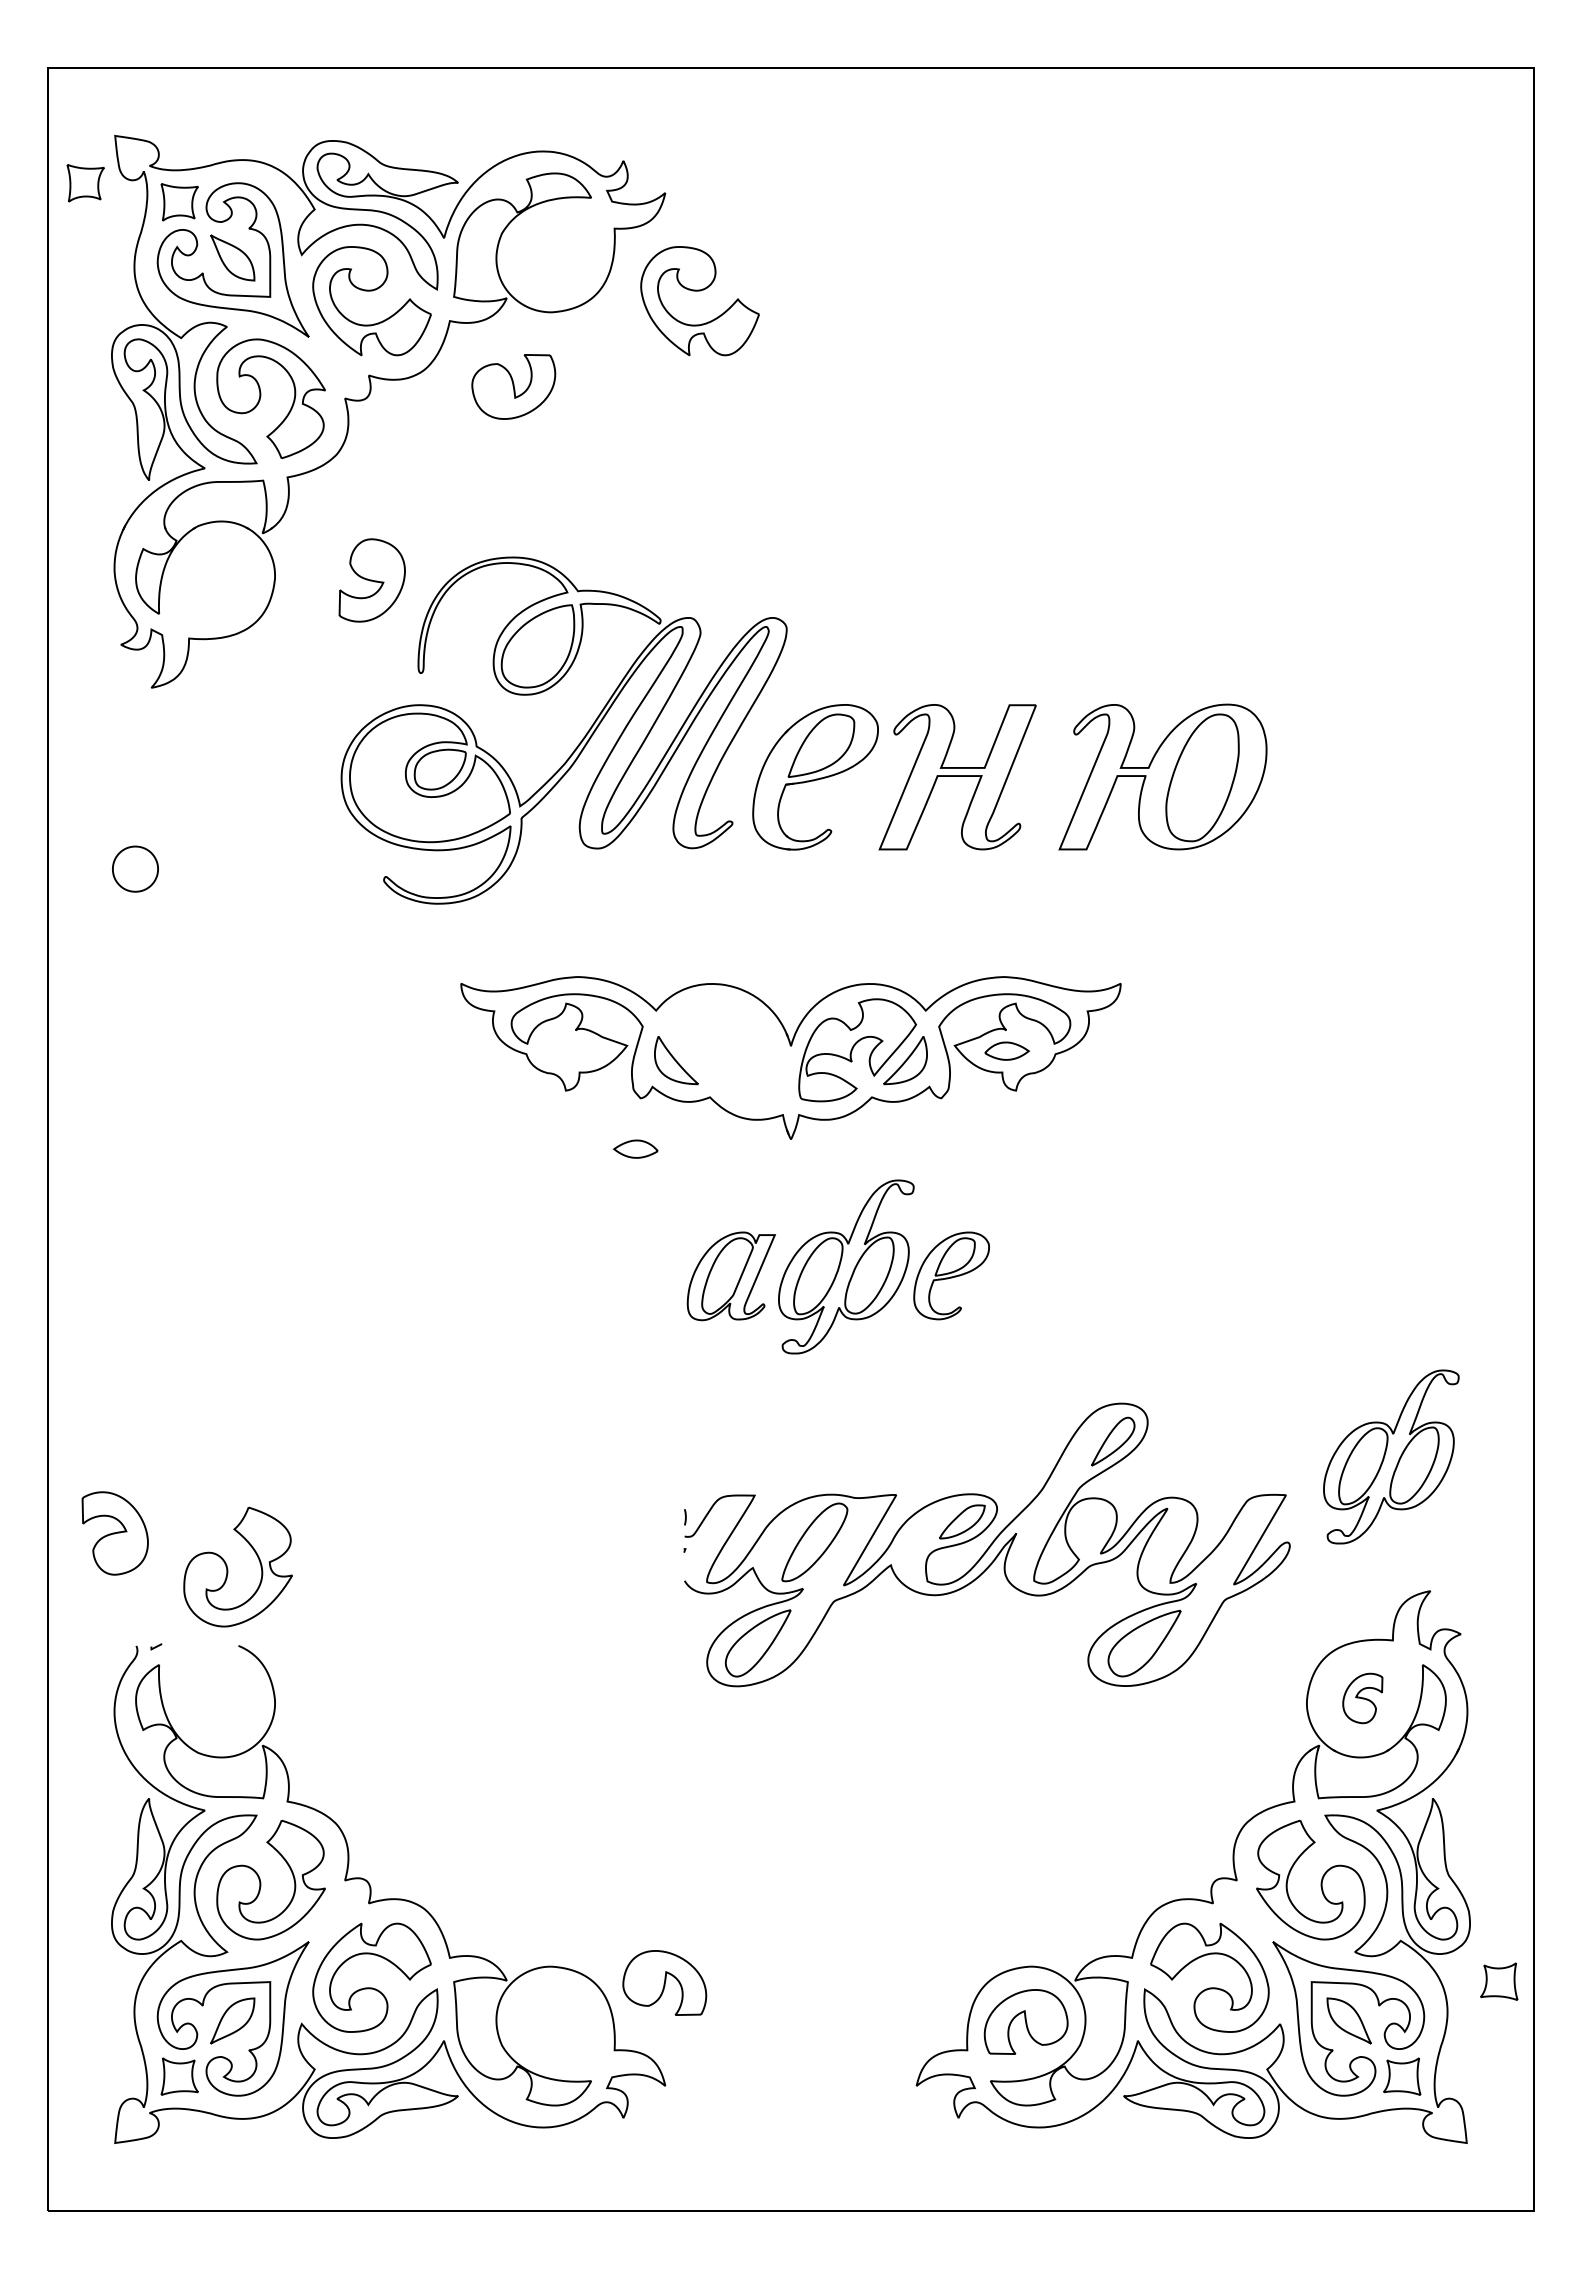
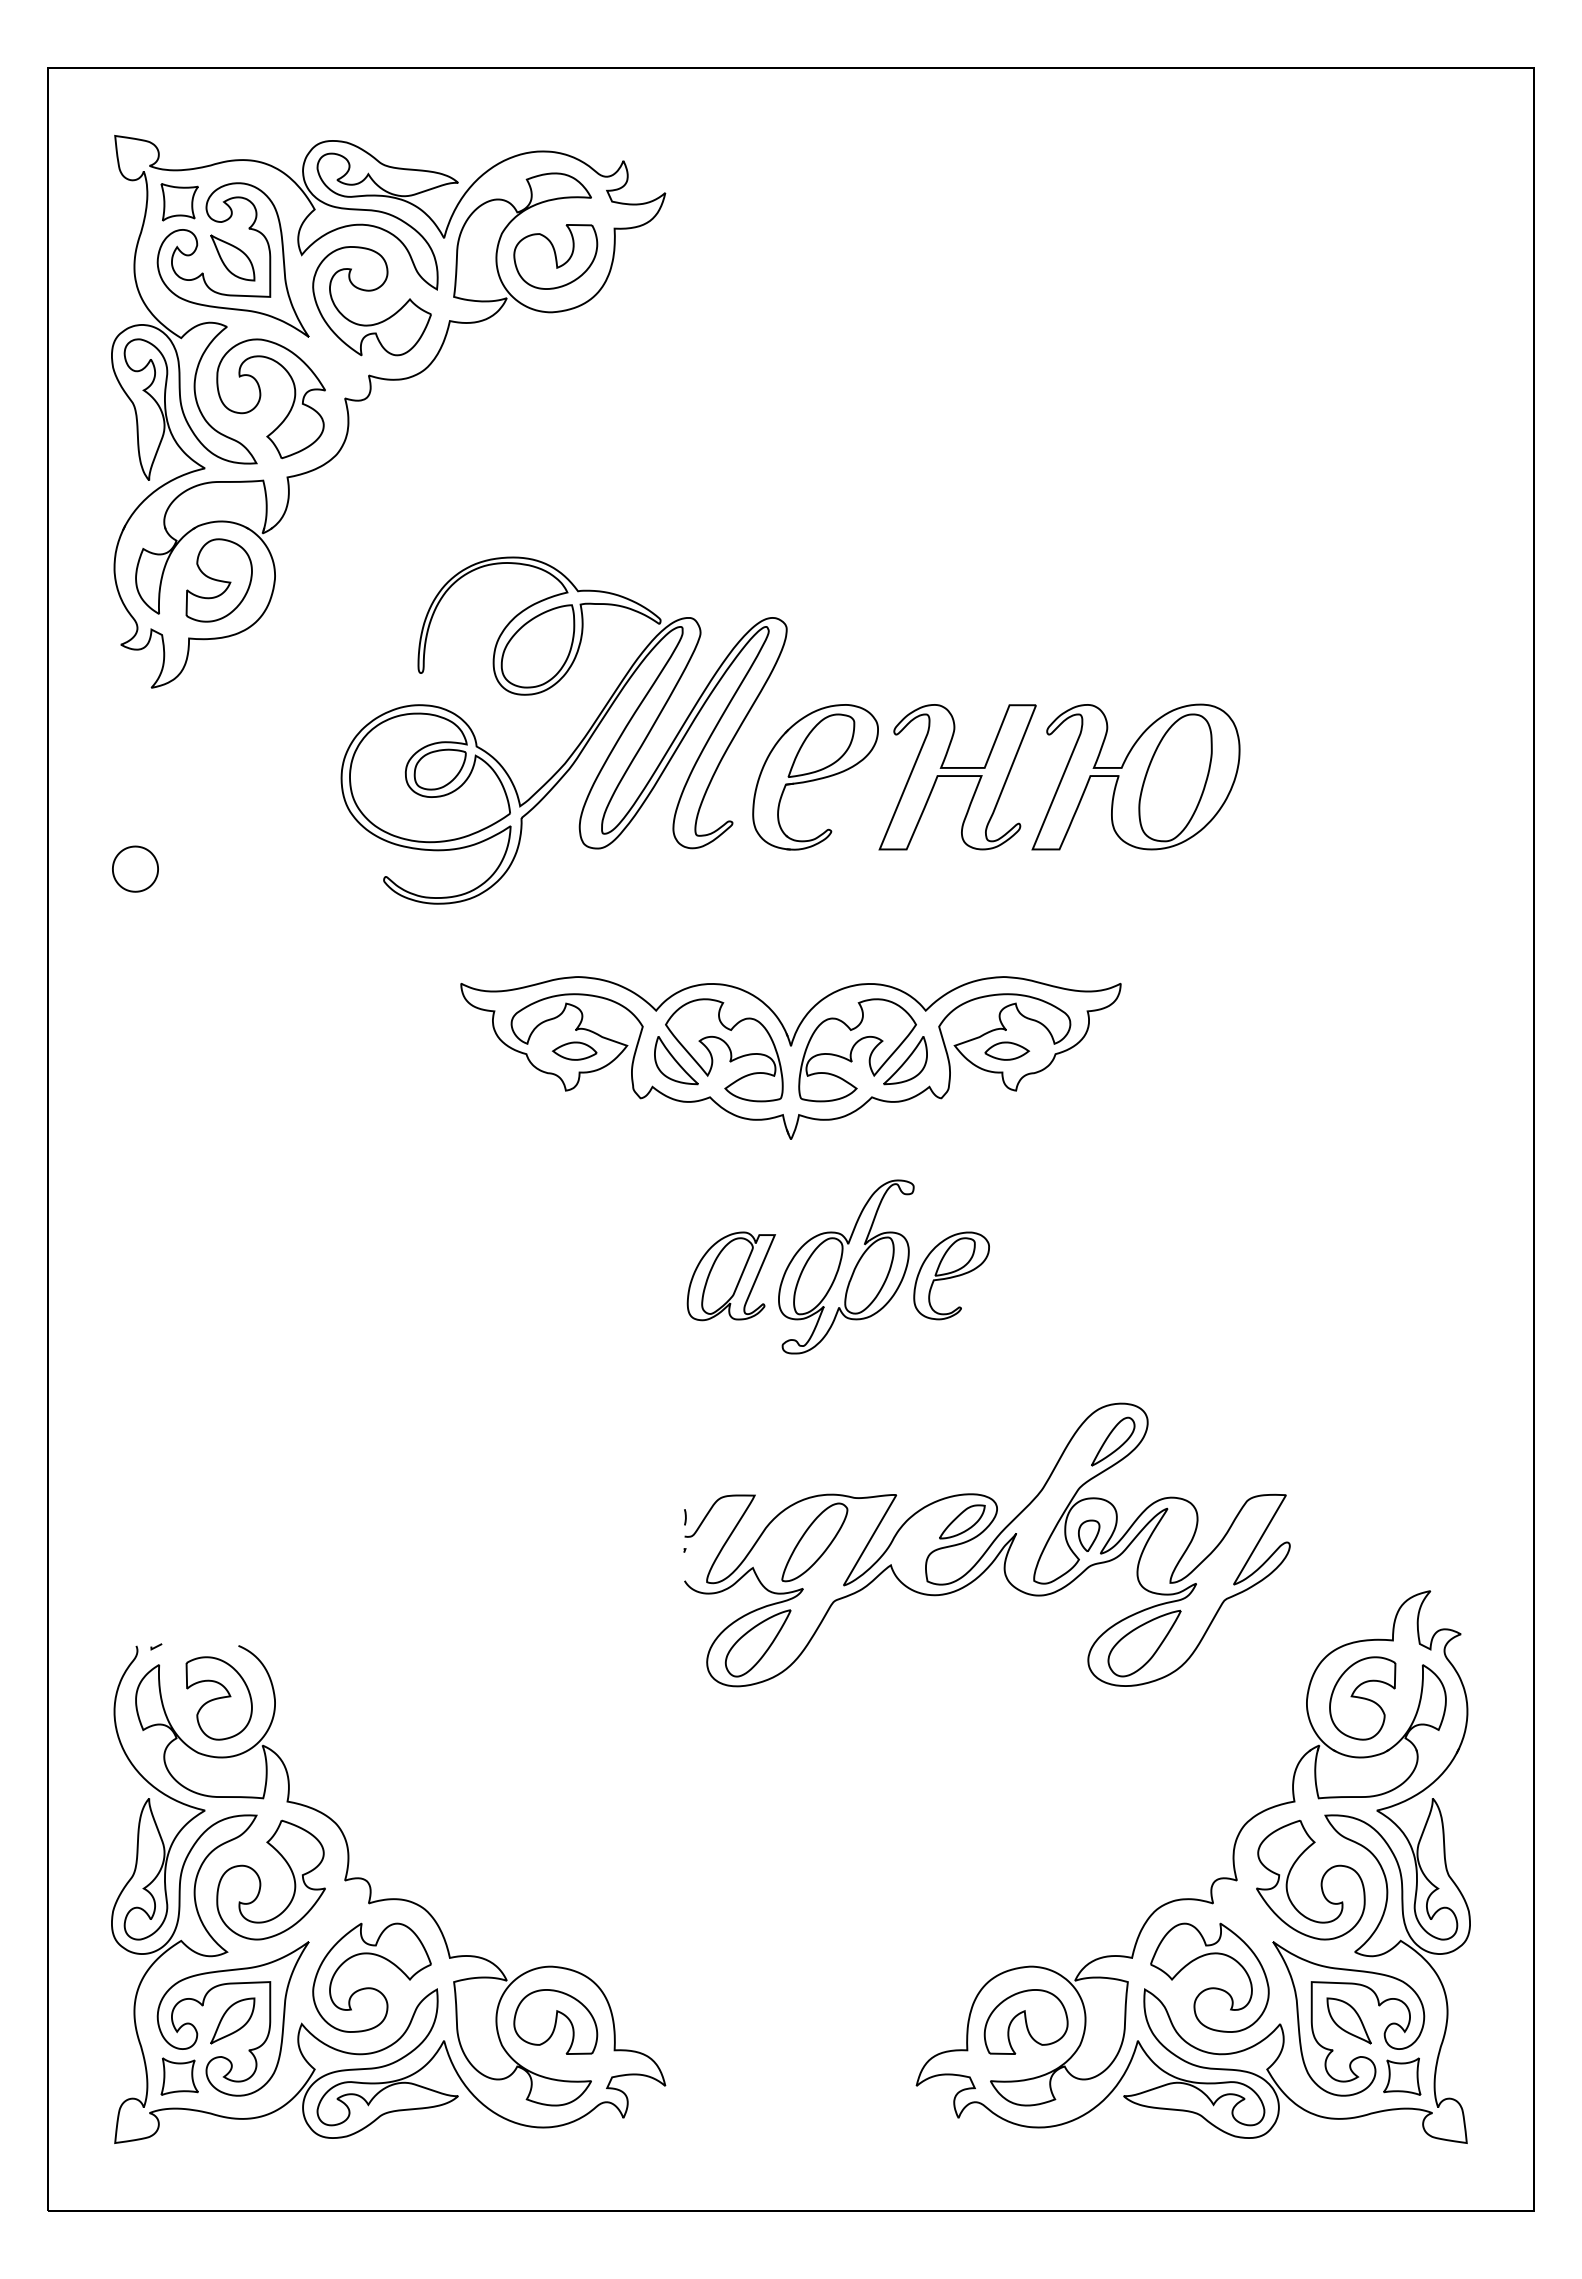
part at (85, 183): present -> none
part at (699, 291): present -> none
part at (513, 386) position: (513, 386) -> (555, 256)
part at (371, 580) position: (371, 580) -> (218, 580)
part at (1162, 776) position: (1162, 776) -> (1135, 776)
part at (724, 1050): none -> present
part at (635, 1148) position: (635, 1148) -> (574, 1050)
part at (1391, 1456): present -> none
part at (114, 1533) position: (114, 1533) -> (218, 1698)
part at (1089, 1535): none -> present
part at (228, 1569): present -> none
part at (1362, 1698) size: 42x53 px -> 68x85 px
part at (1499, 1981): present -> none
part at (664, 1982) position: (664, 1982) -> (555, 2021)
